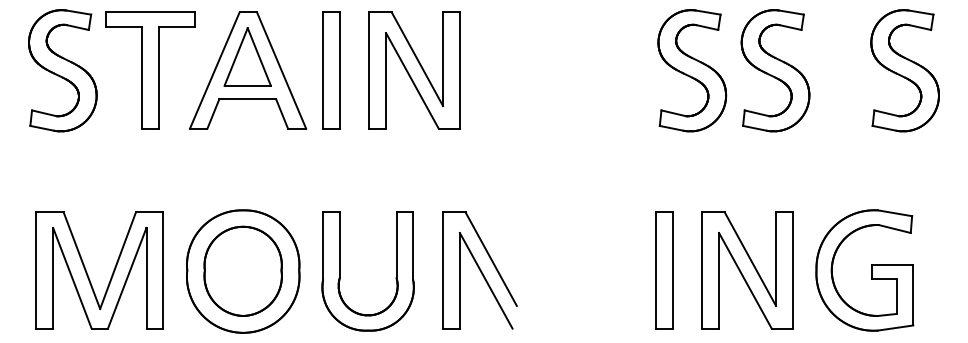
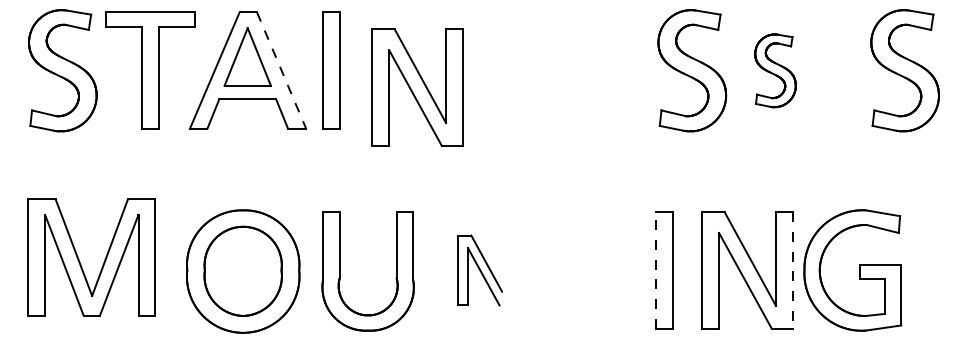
part at (414, 70) position: (414, 70) -> (417, 87)
part at (775, 70) size: 71x124 px -> 43x76 px
line at (281, 71): solid -> dashed
line at (655, 269): solid -> dashed
part at (479, 270) size: 76x119 px -> 46x73 px
line at (793, 270): solid -> dashed
part at (871, 270) position: (871, 270) -> (859, 270)
part at (88, 274) position: (88, 274) -> (80, 261)
